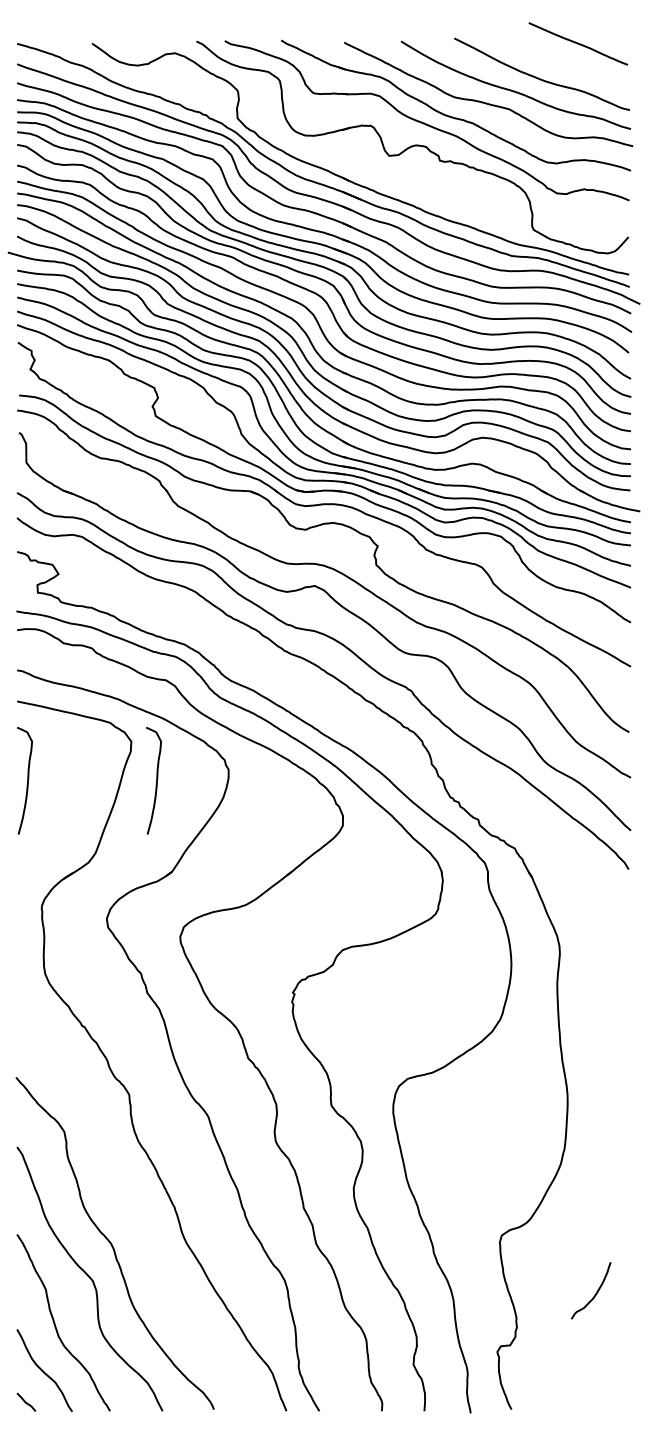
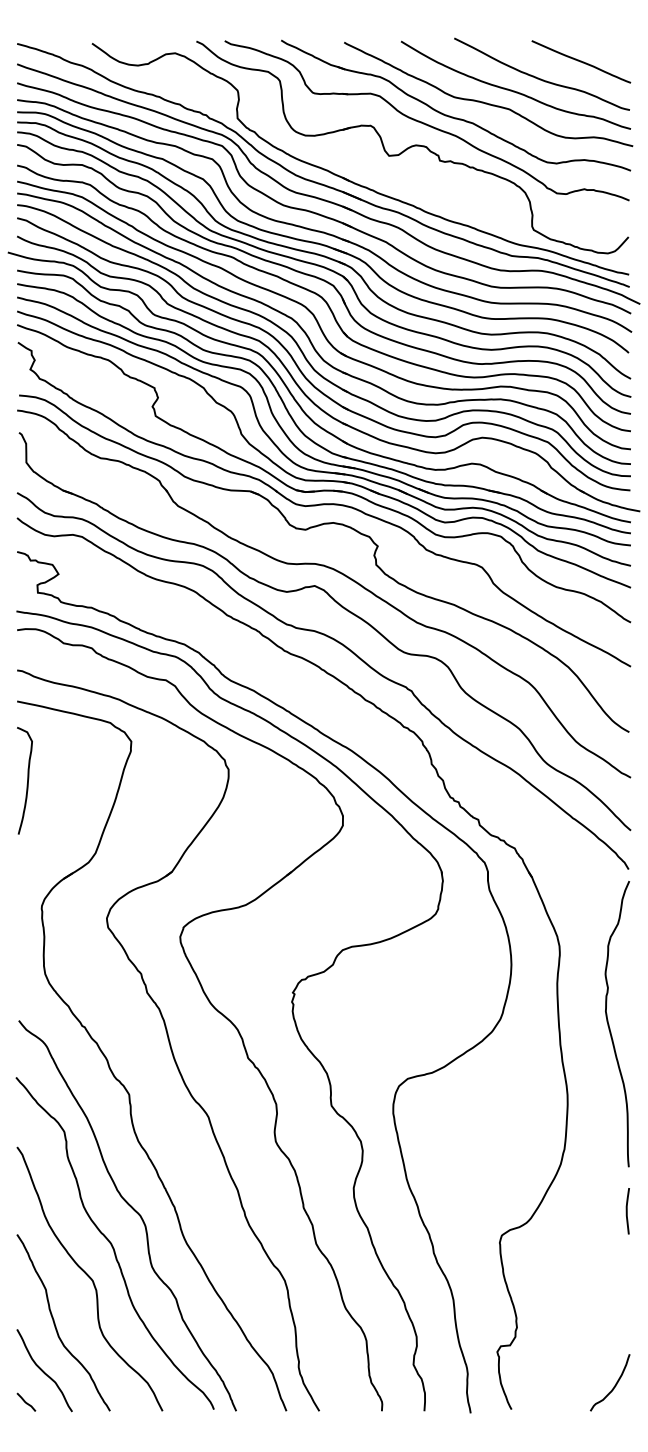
line at (578, 43) position: (578, 43) -> (581, 61)
curve at (156, 780): present -> none
curve at (609, 1024): none -> present
curve at (132, 1209): none -> present
curve at (627, 1211): none -> present
curve at (595, 1293) position: (595, 1293) -> (614, 1385)
